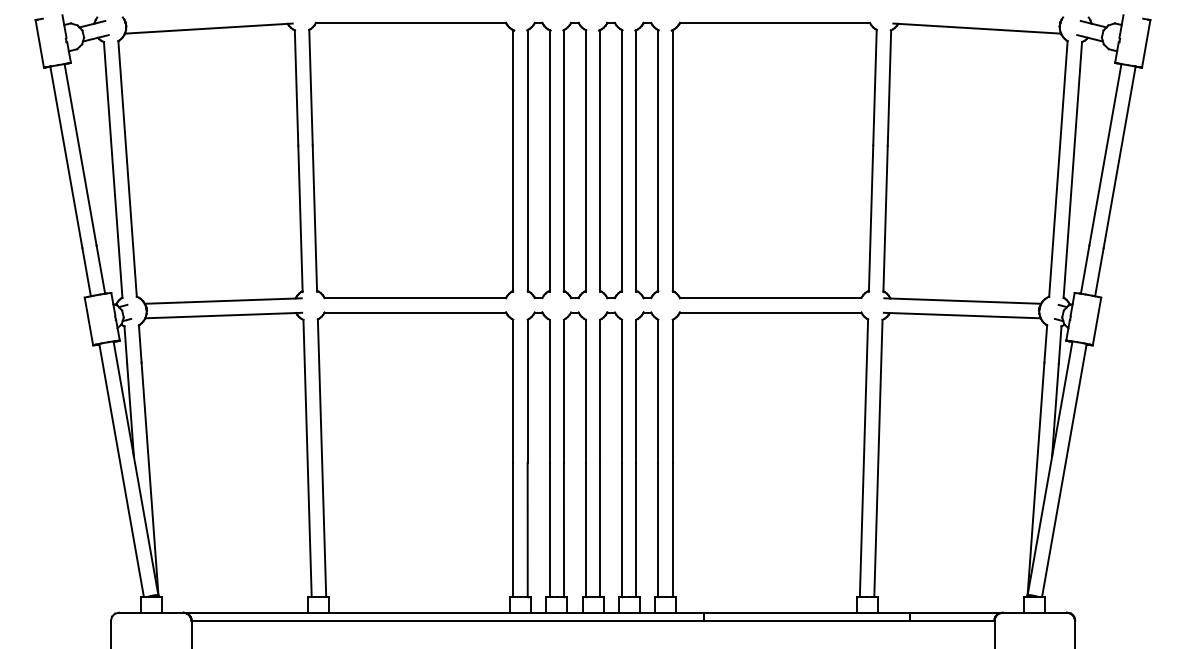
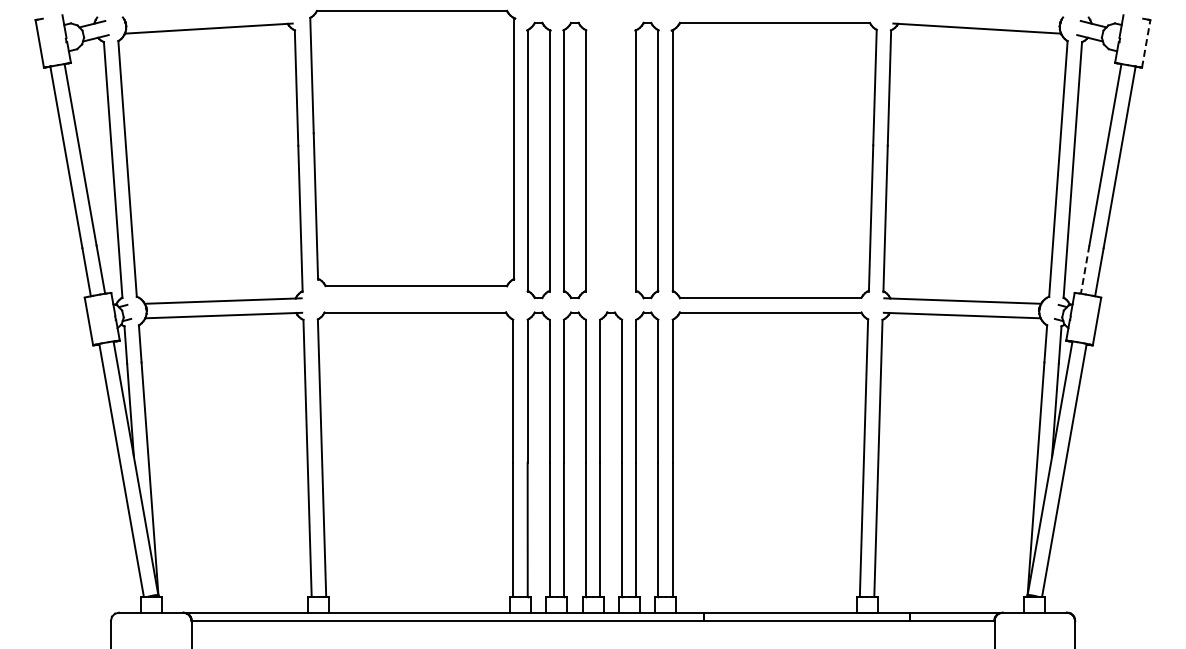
line at (1146, 43): solid -> dashed
part at (411, 160) position: (411, 160) -> (412, 148)
part at (610, 160): present -> none
line at (1085, 270): solid -> dashed
